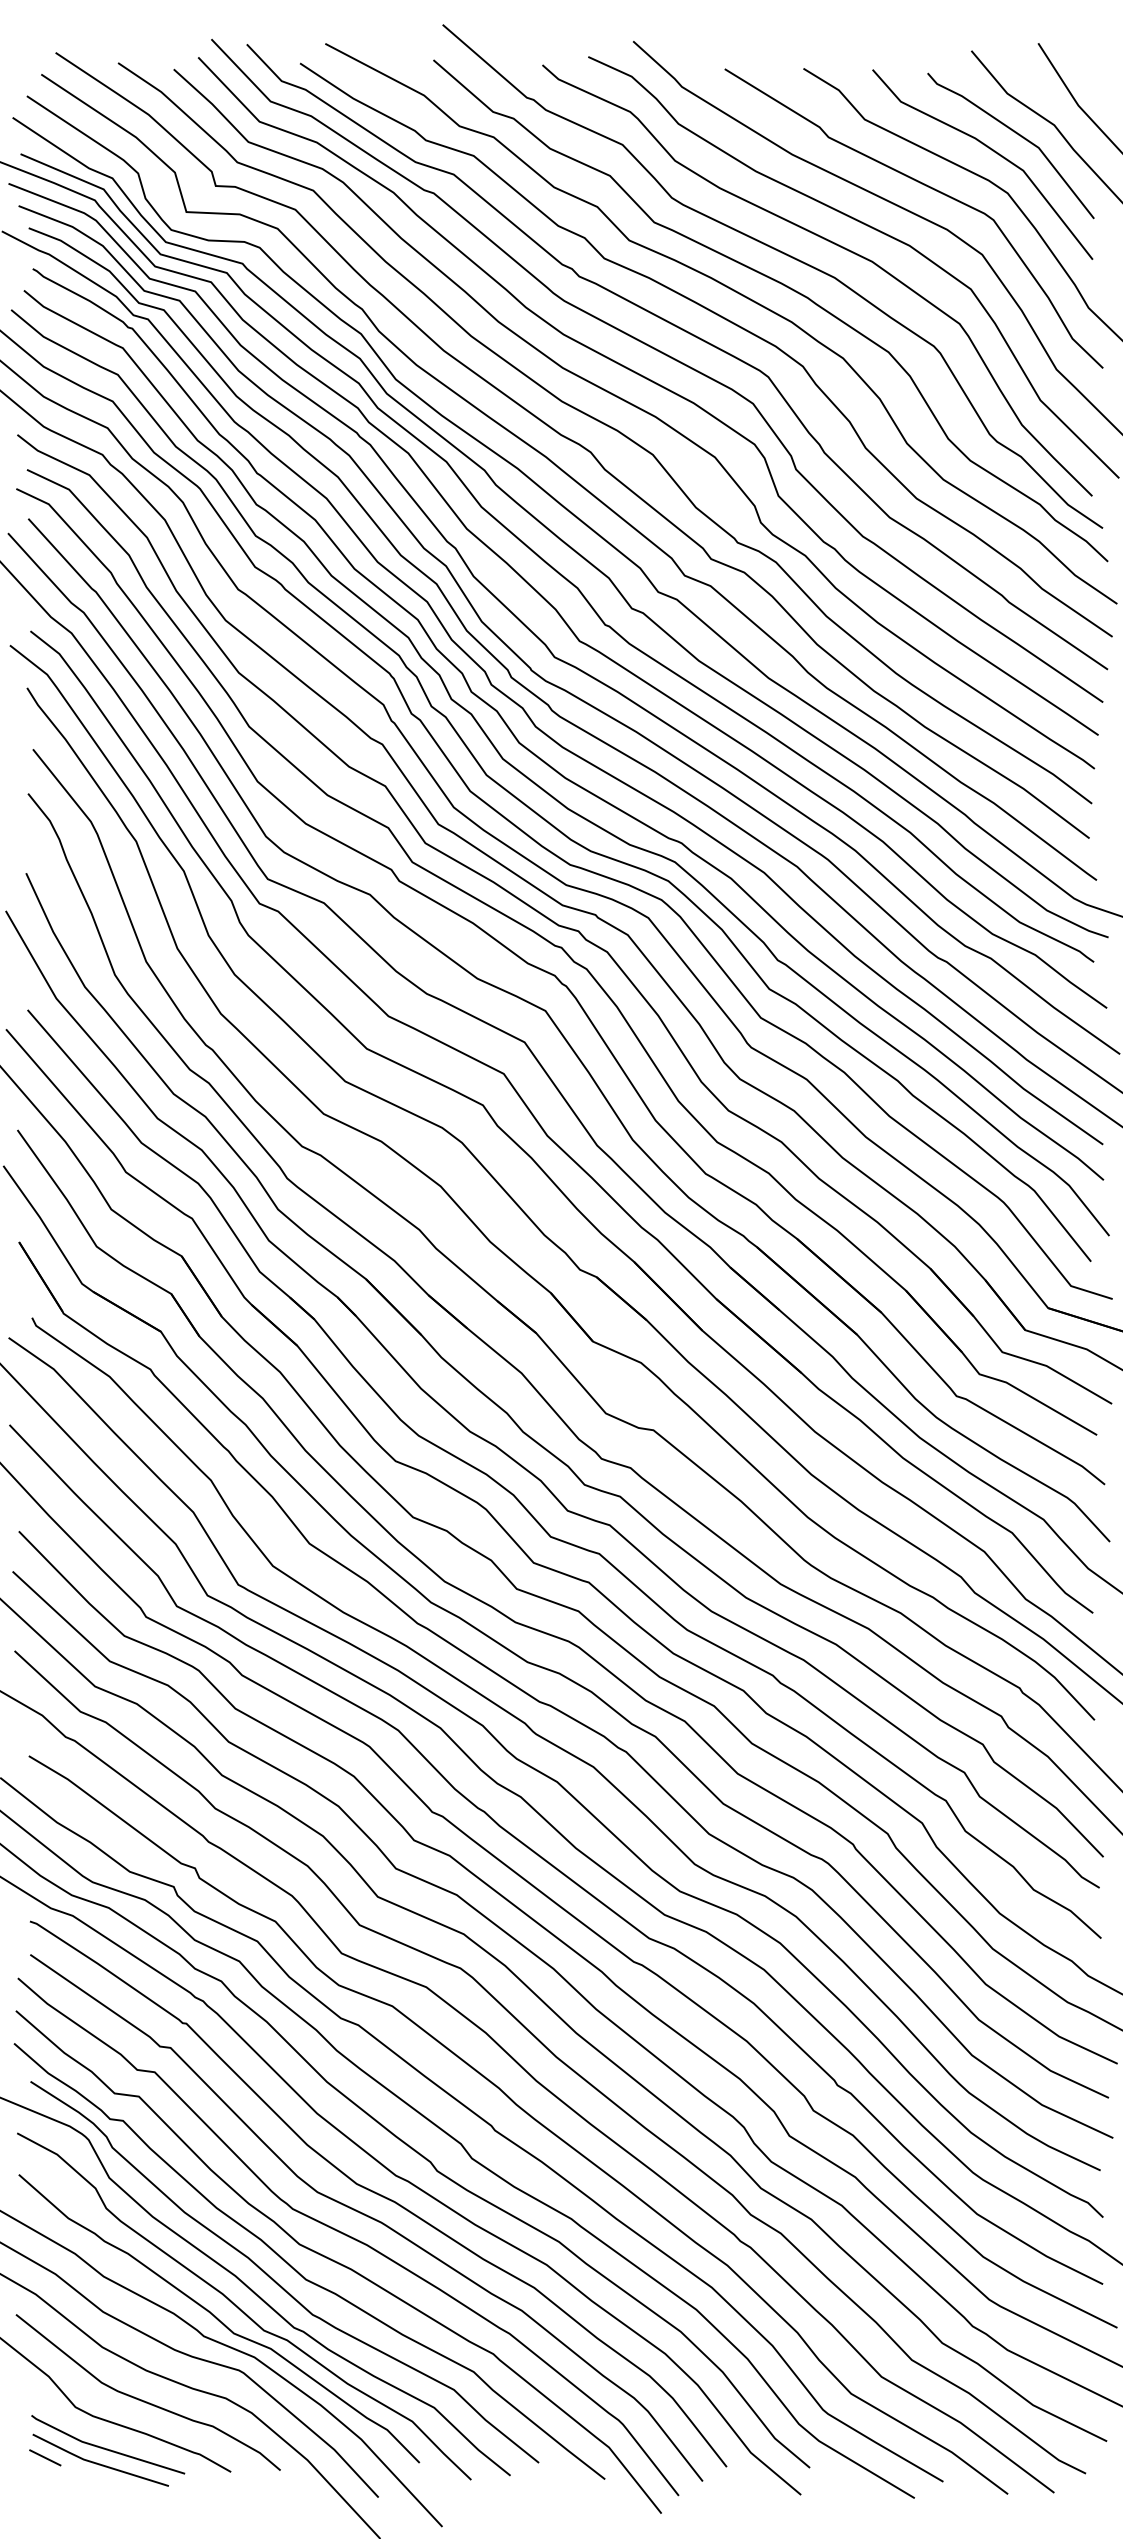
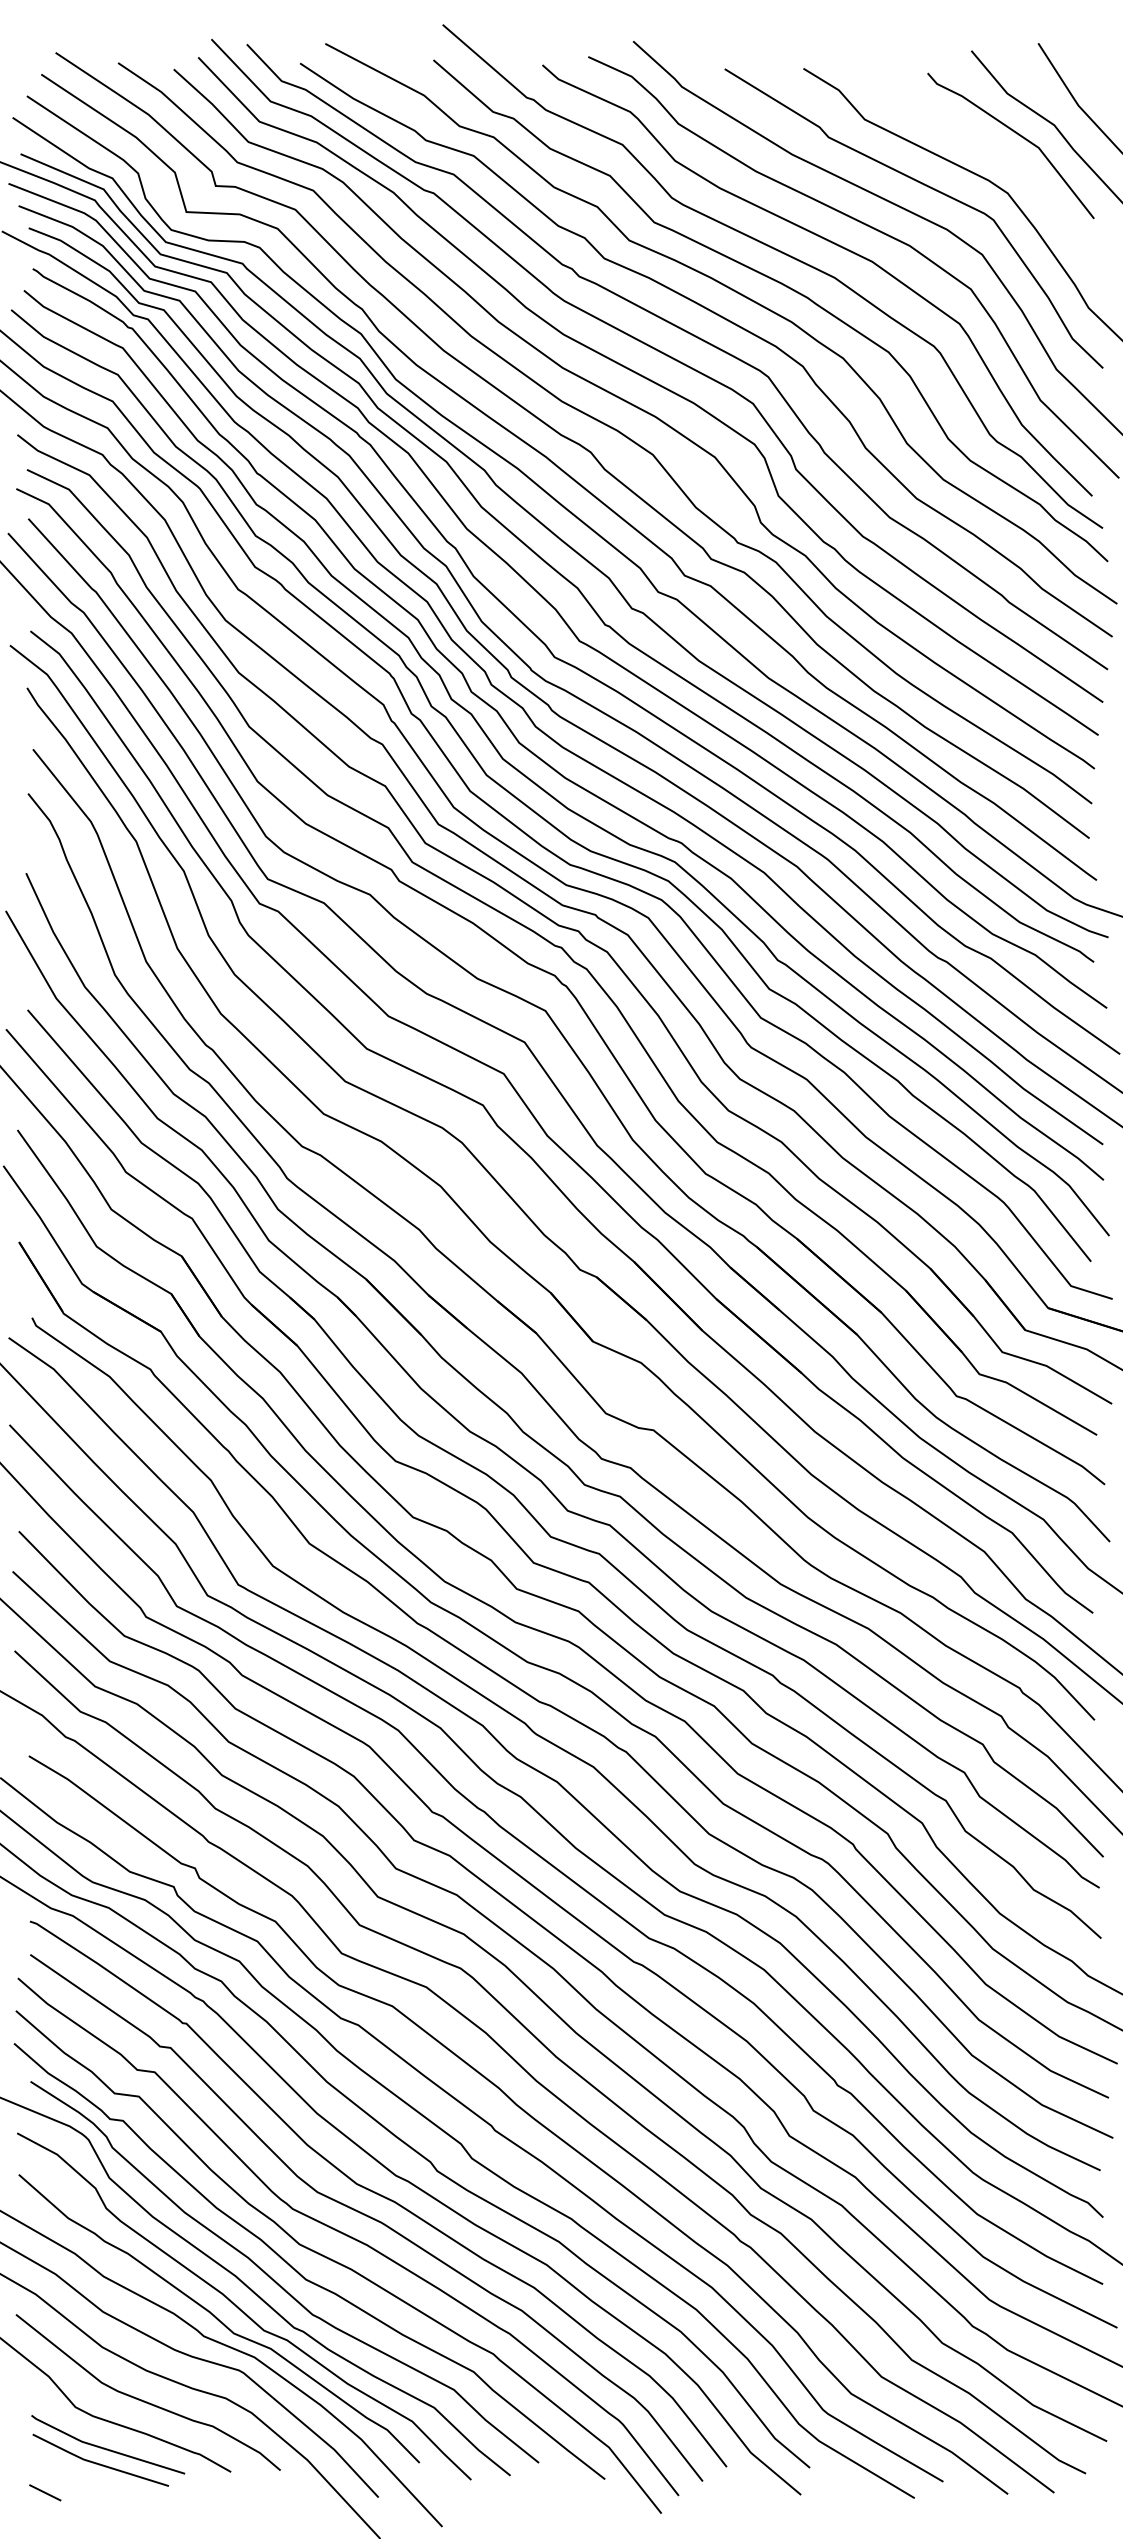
line at (992, 151): present -> none
line at (45, 2457) position: (45, 2457) -> (45, 2492)
